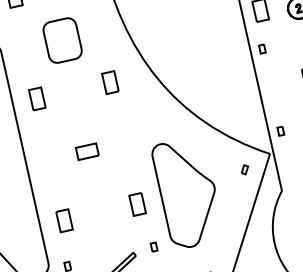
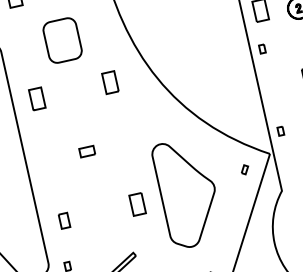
part at (86, 151) size: 26x19 px -> 18x15 px
part at (64, 220) size: 19x26 px -> 15x19 px
part at (153, 246): present -> none
